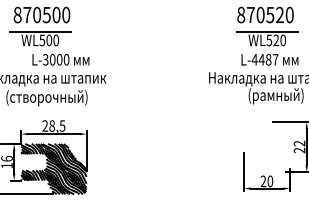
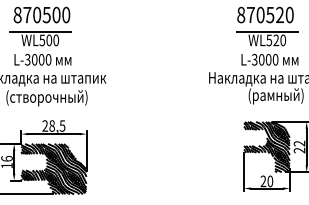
text at (60, 59) position: (60, 59) -> (42, 59)
text at (264, 59): L-4487 -> L-3000
hatch at (266, 146): none -> present
